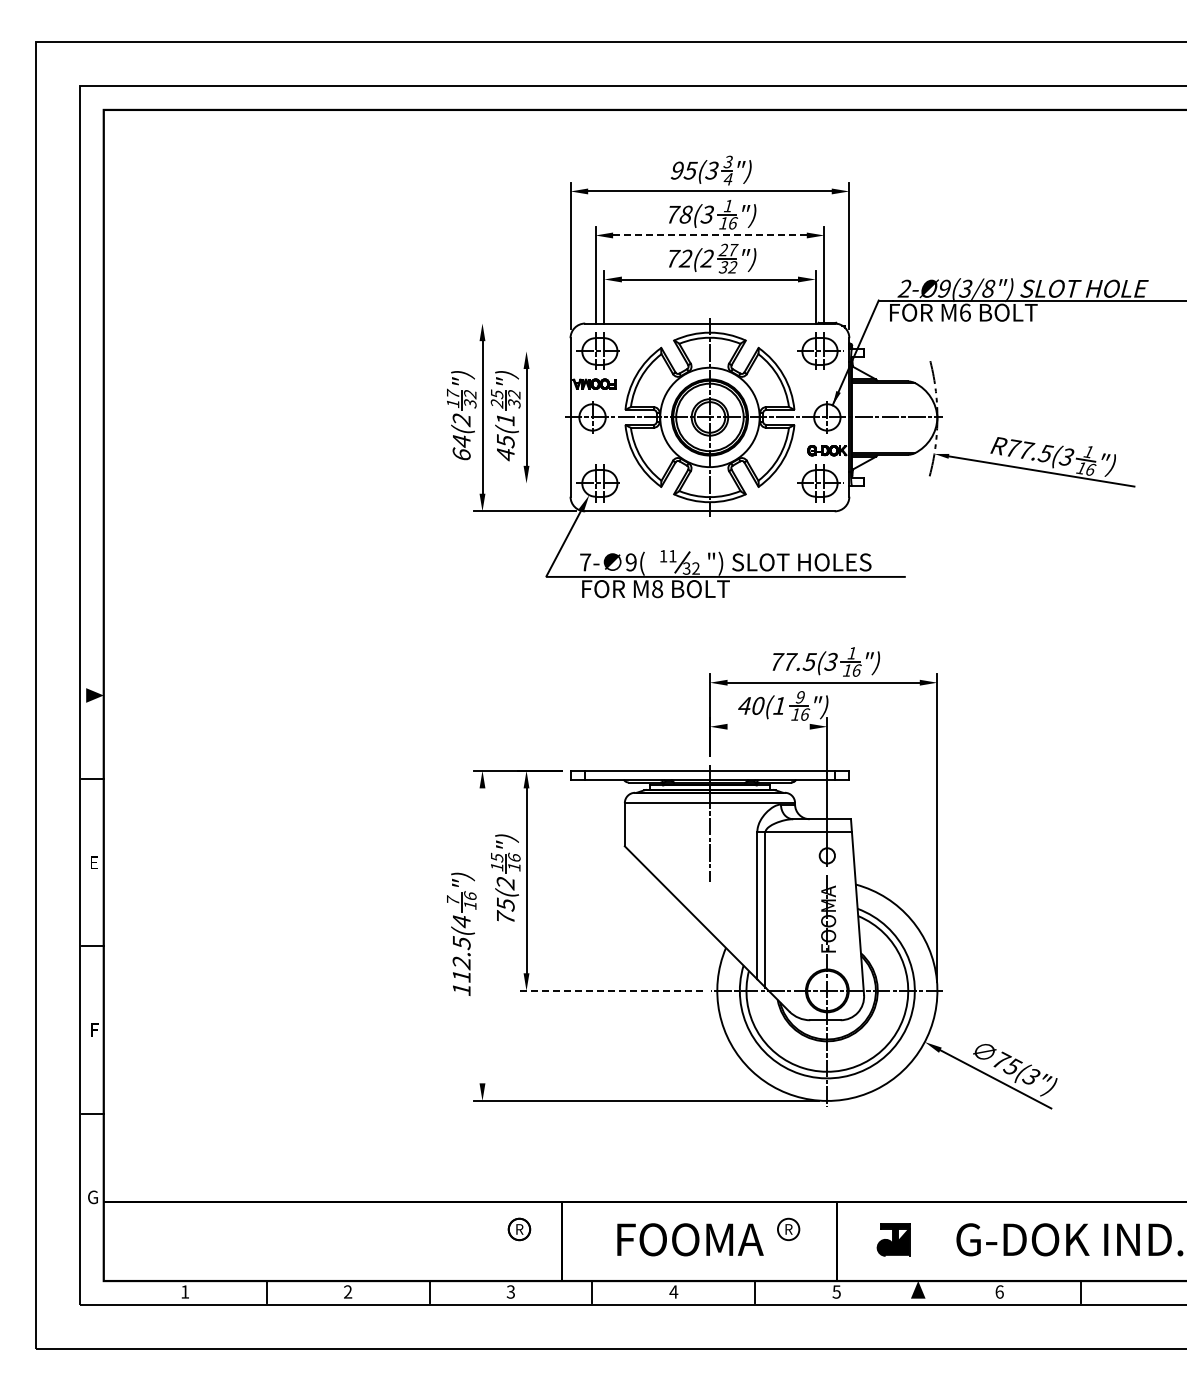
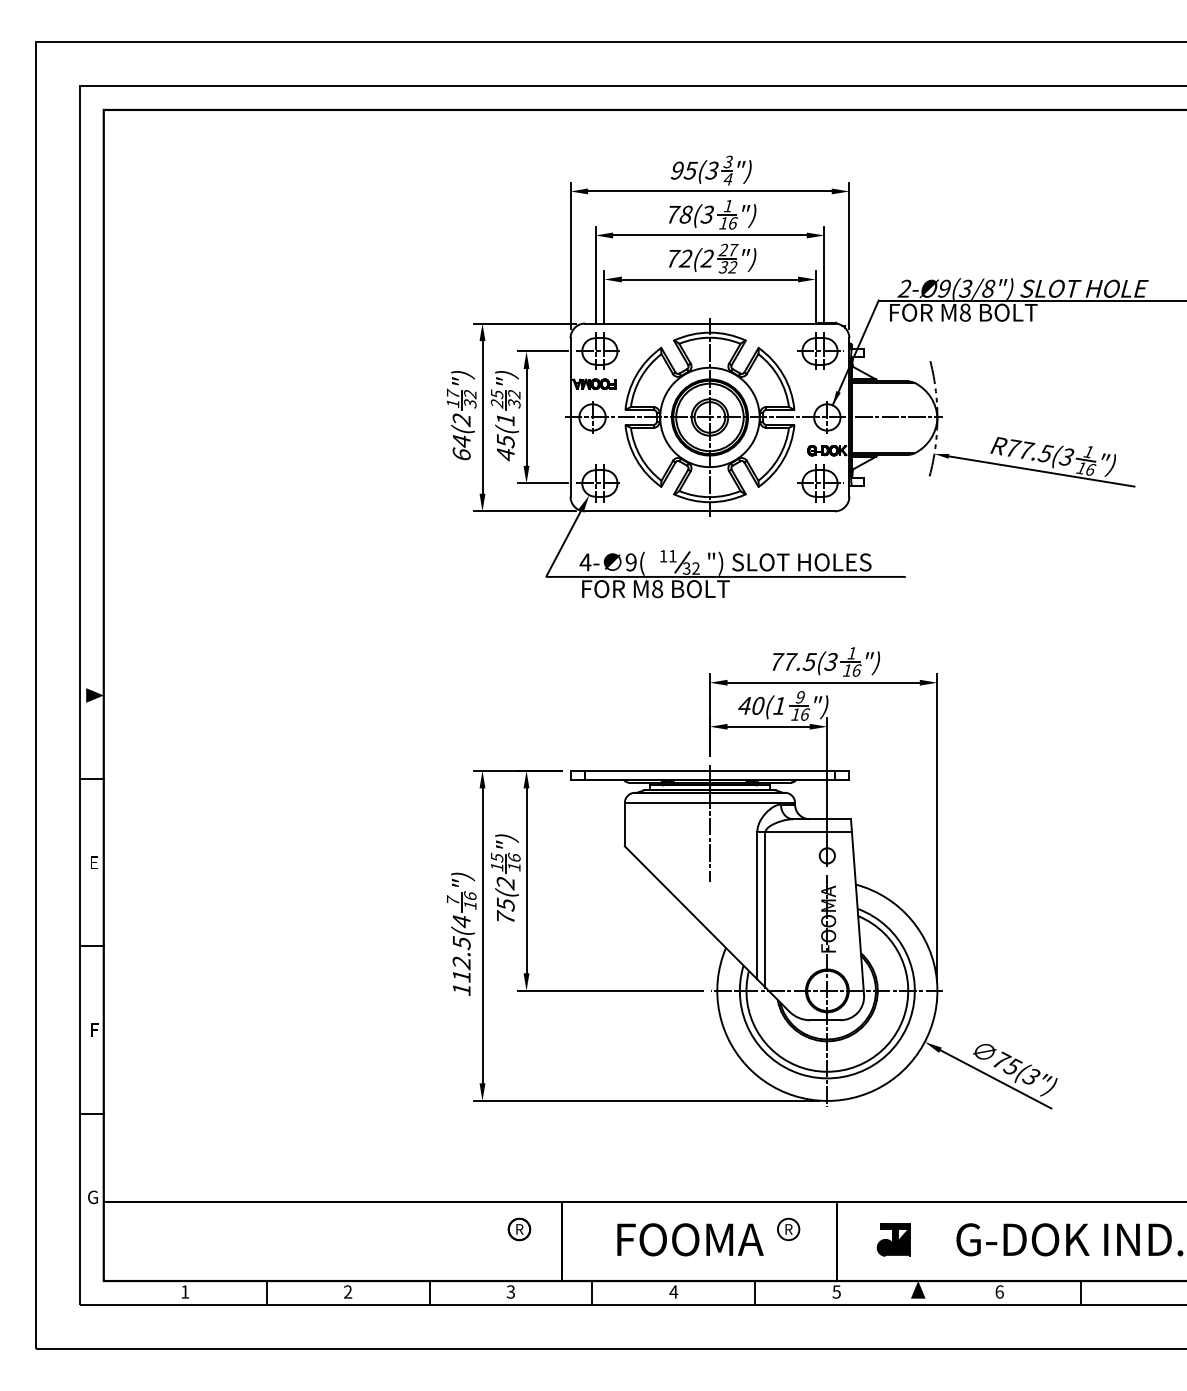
line at (709, 235): dashed -> solid
text at (964, 312): M6 -> M8
line at (524, 323): none -> present
line at (542, 351): none -> present
line at (542, 483): none -> present
text at (585, 562): 7- -> 4-
line at (768, 726): none -> present
line at (482, 935): none -> present
line at (609, 990): dashed -> solid
